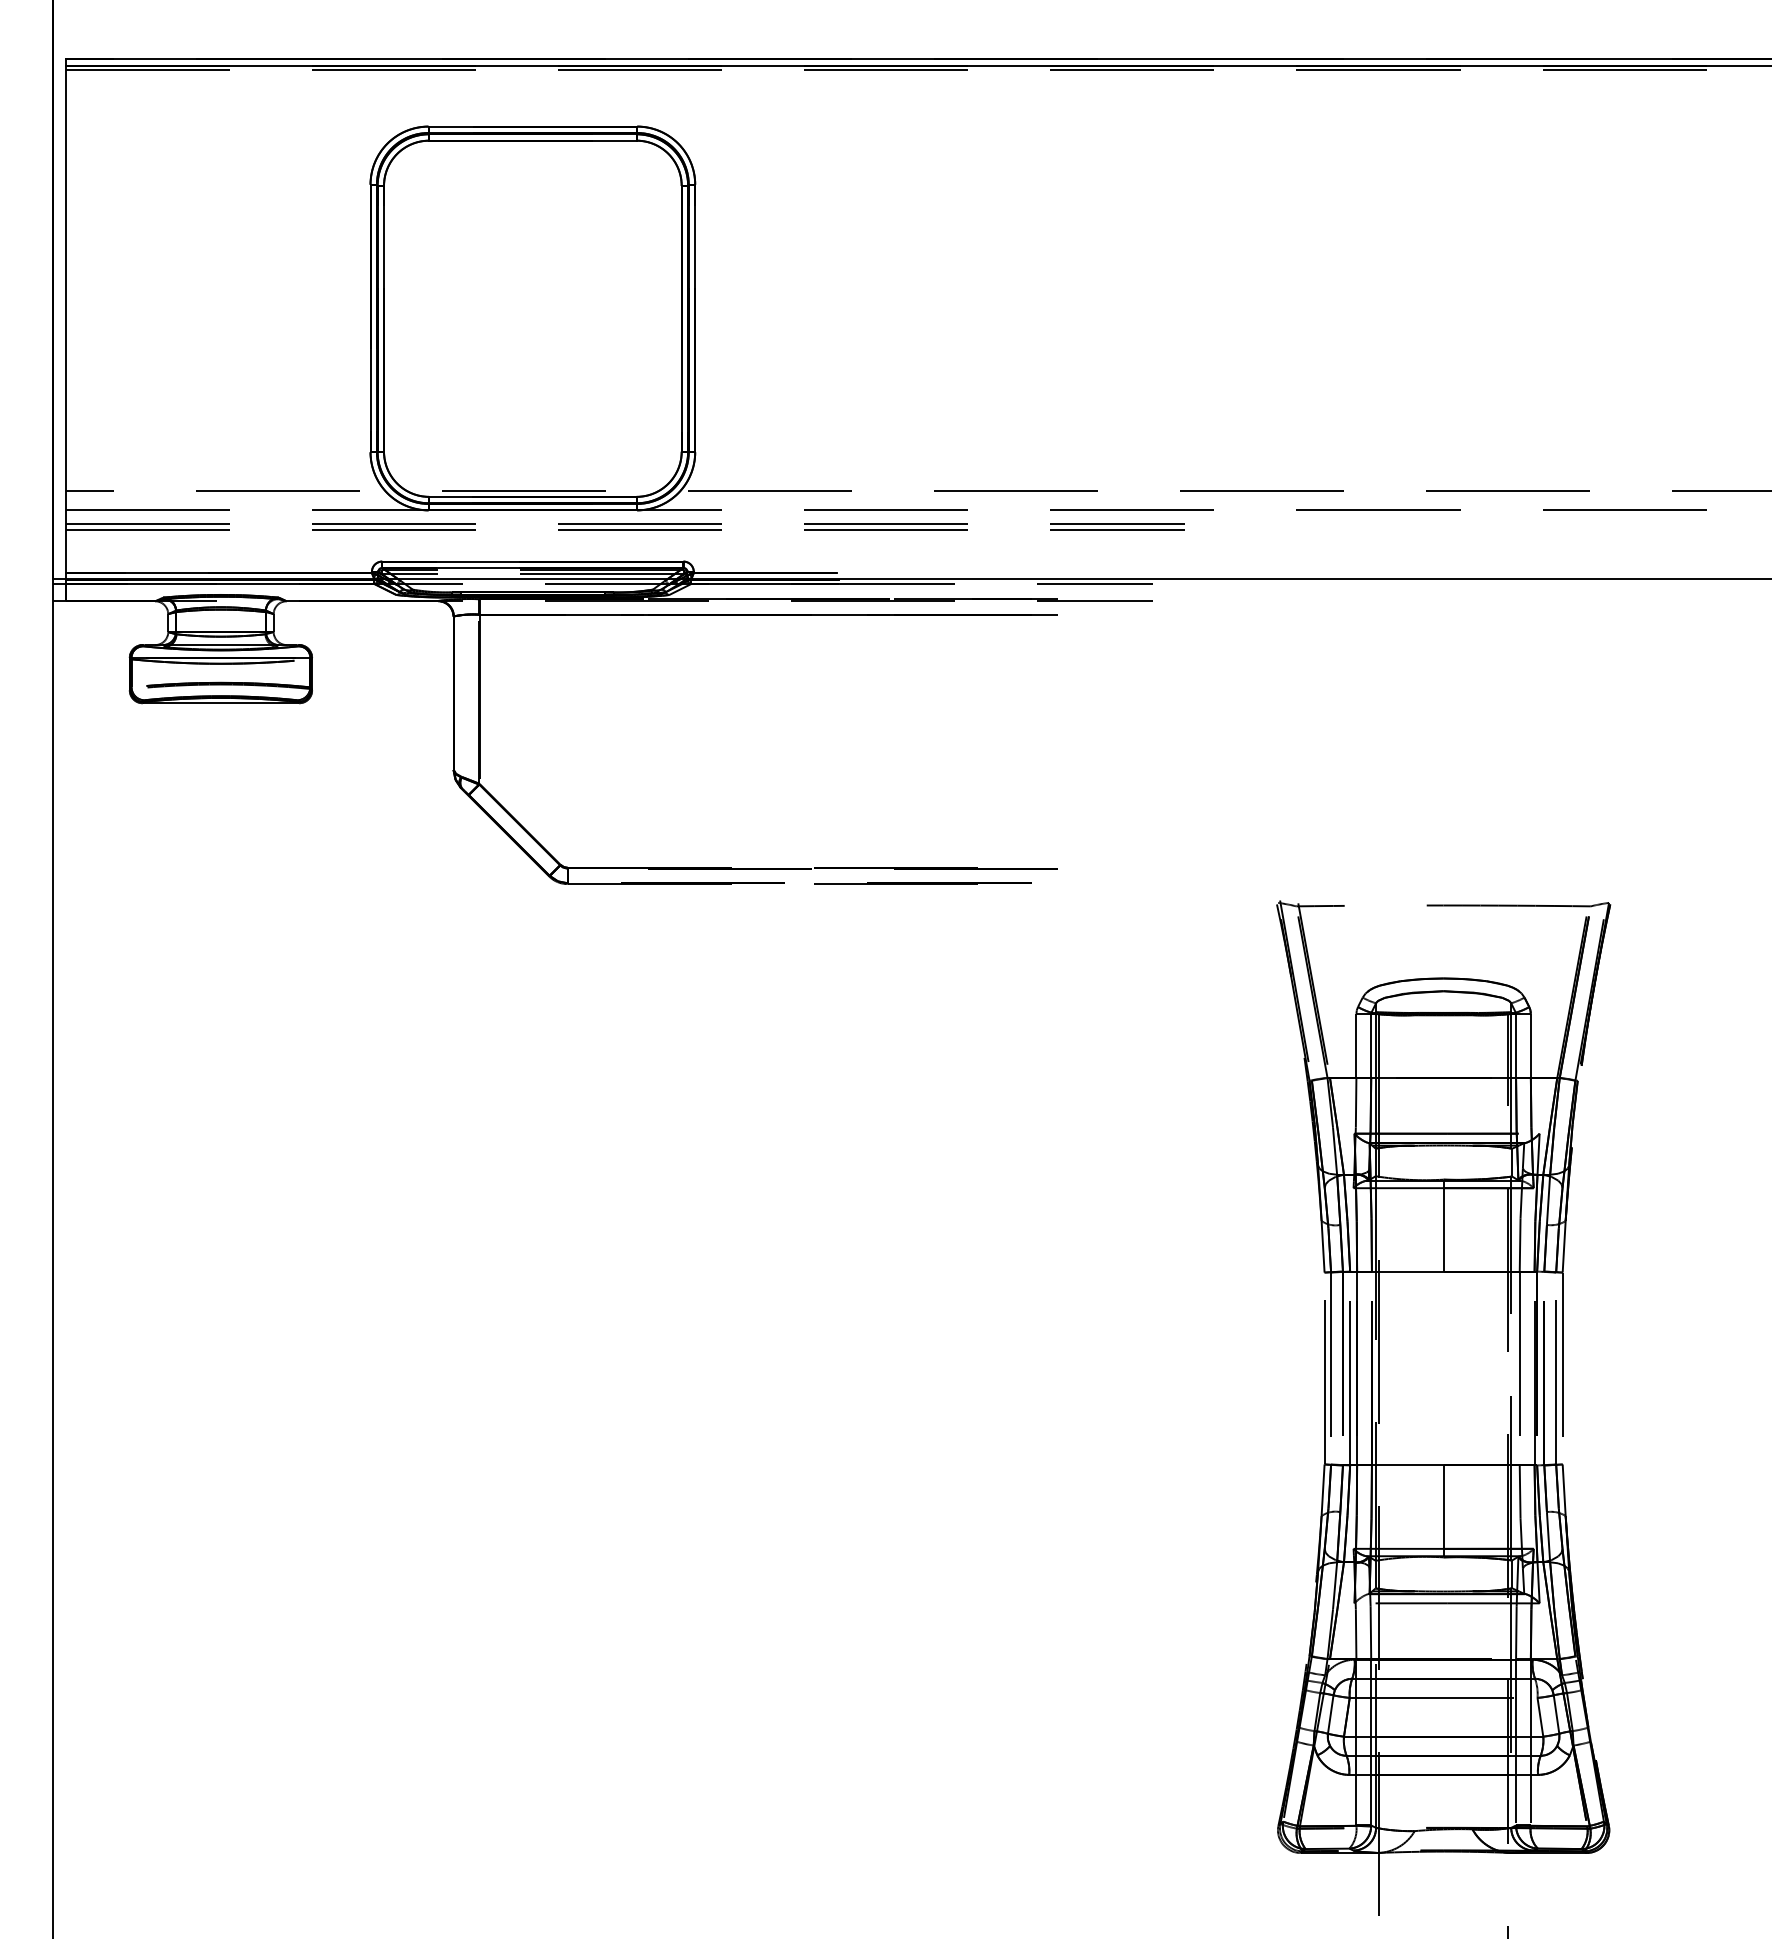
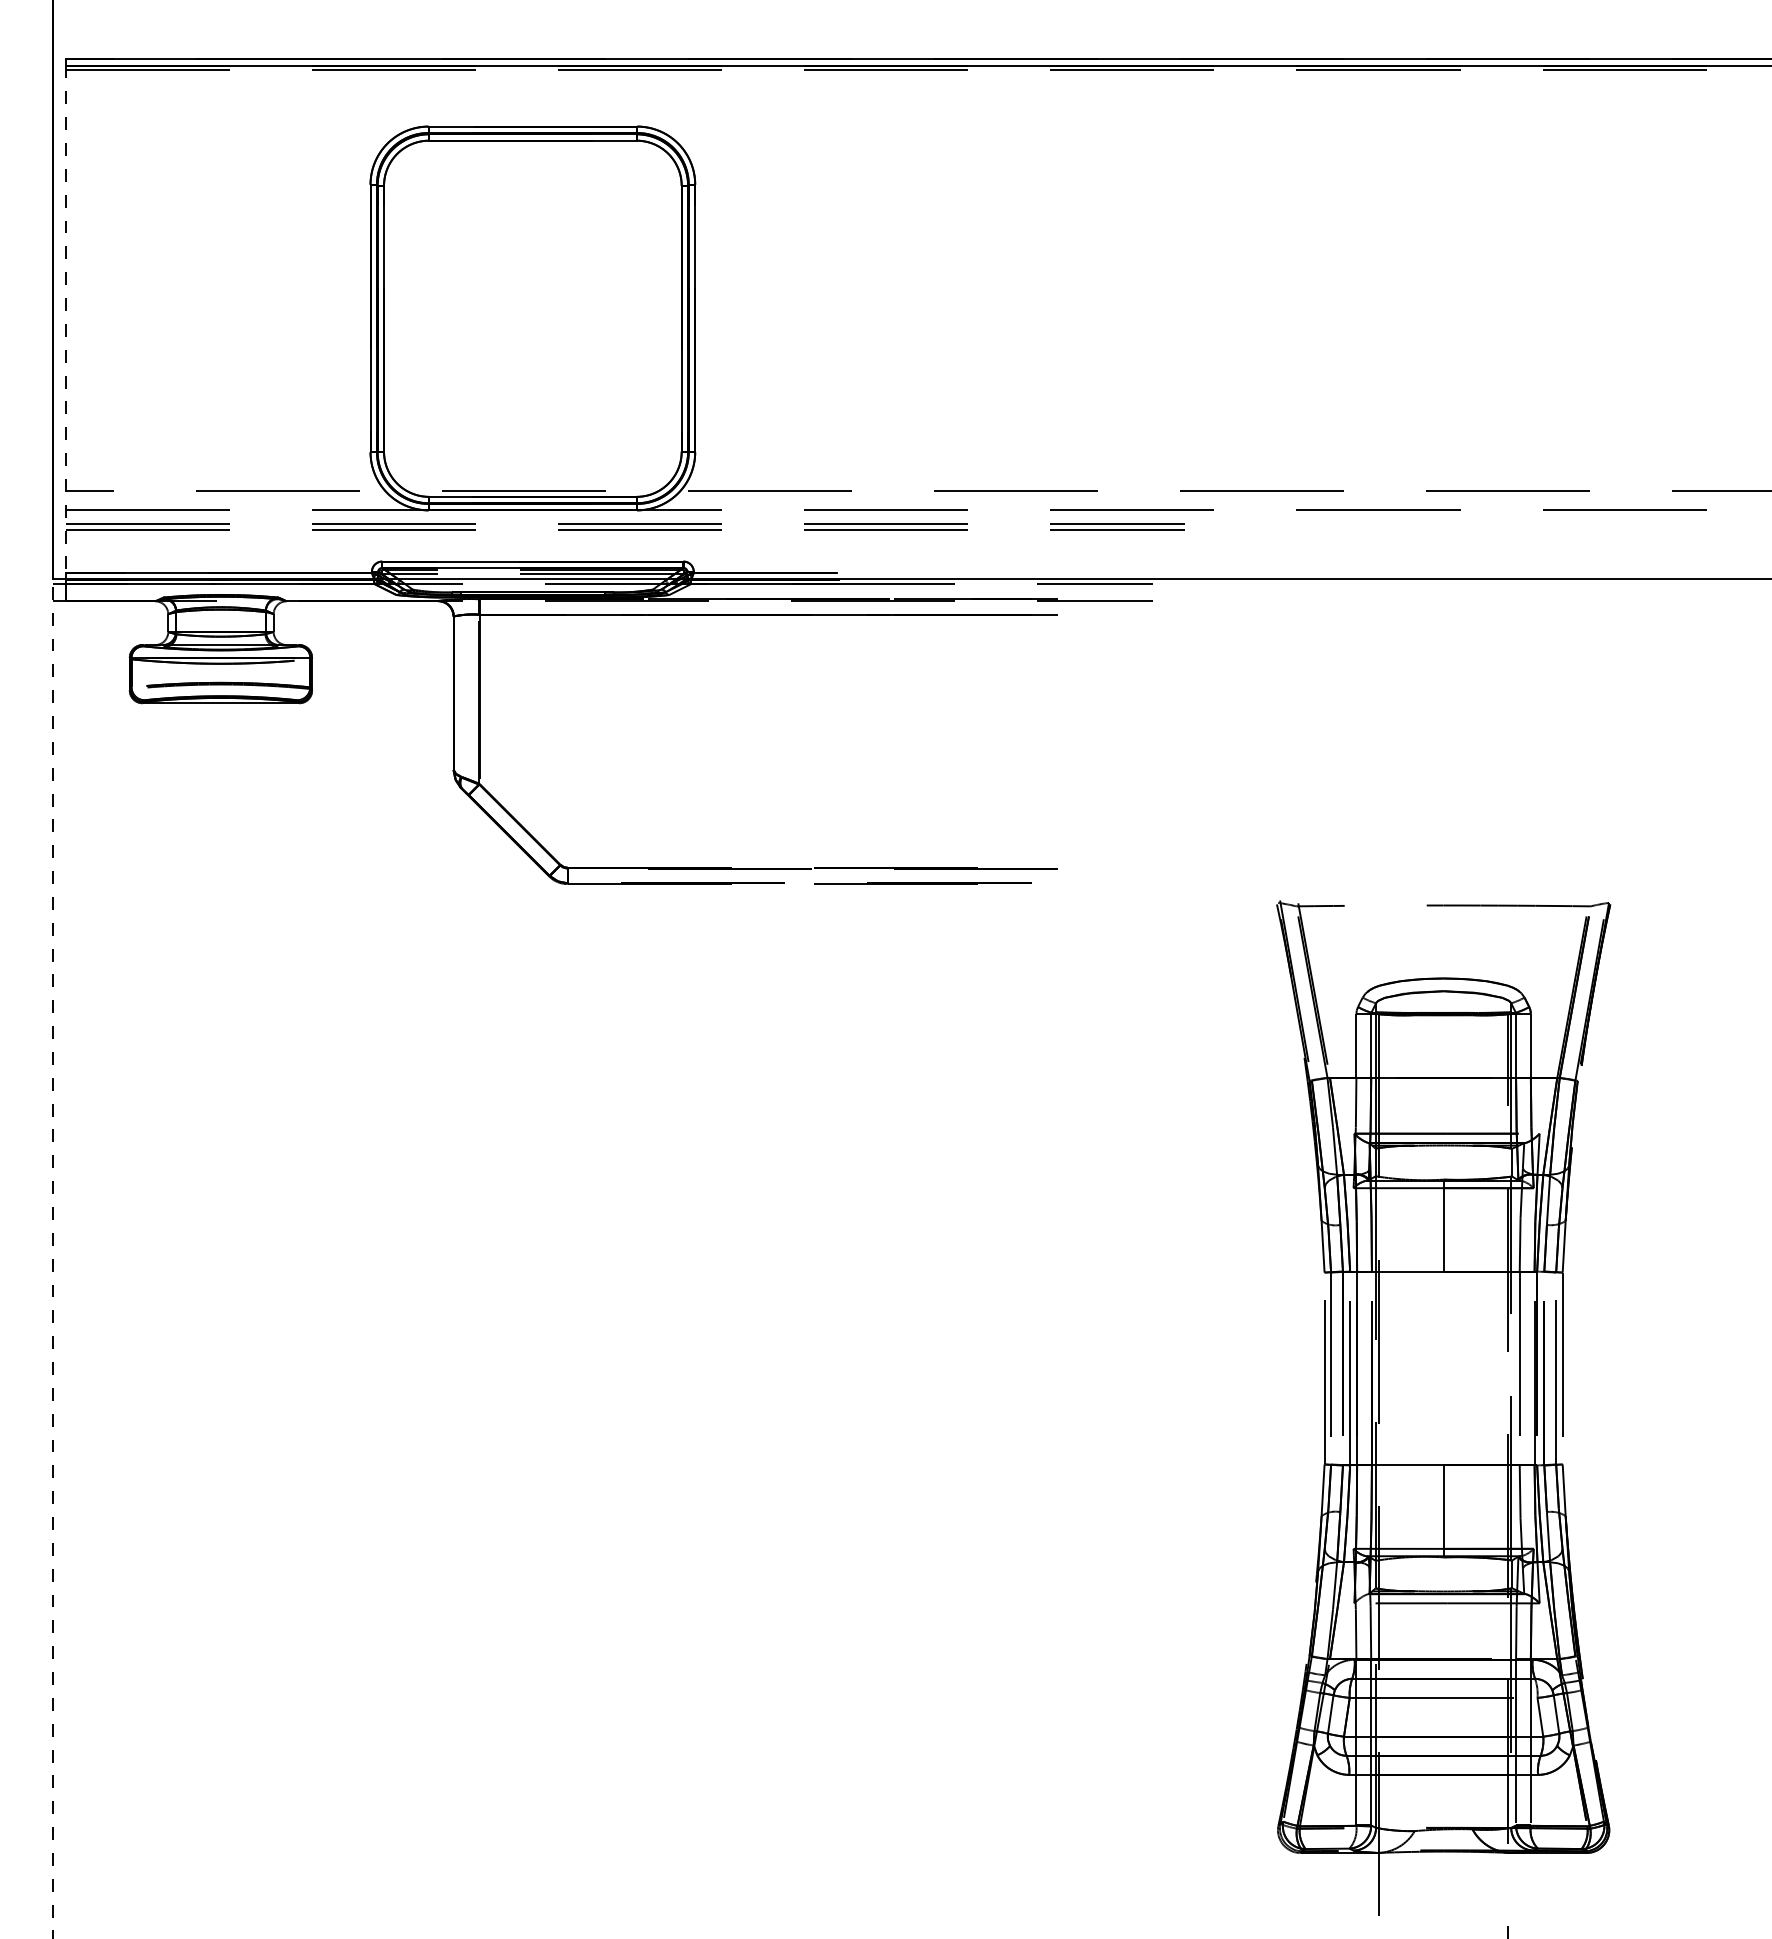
line at (65, 319): solid -> dashed
line at (53, 1258): solid -> dashed
